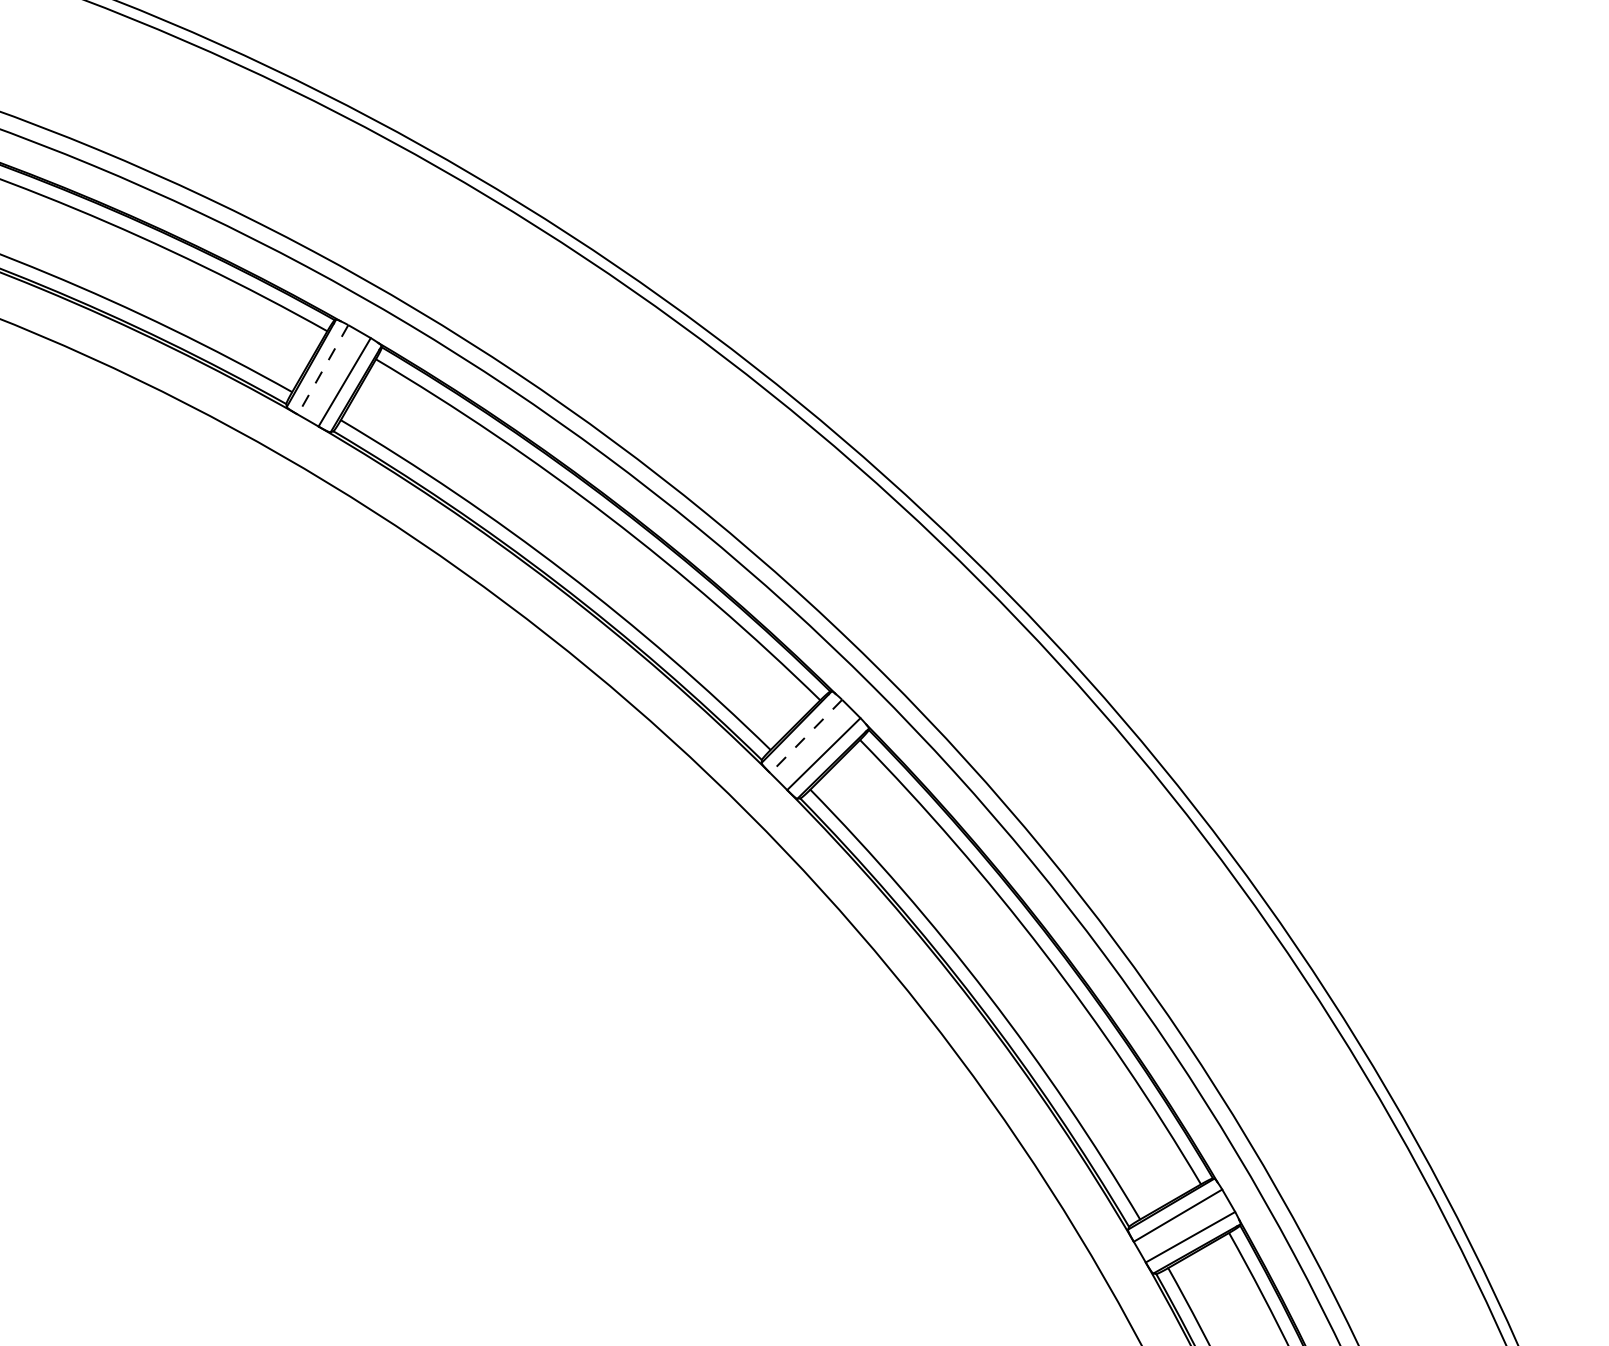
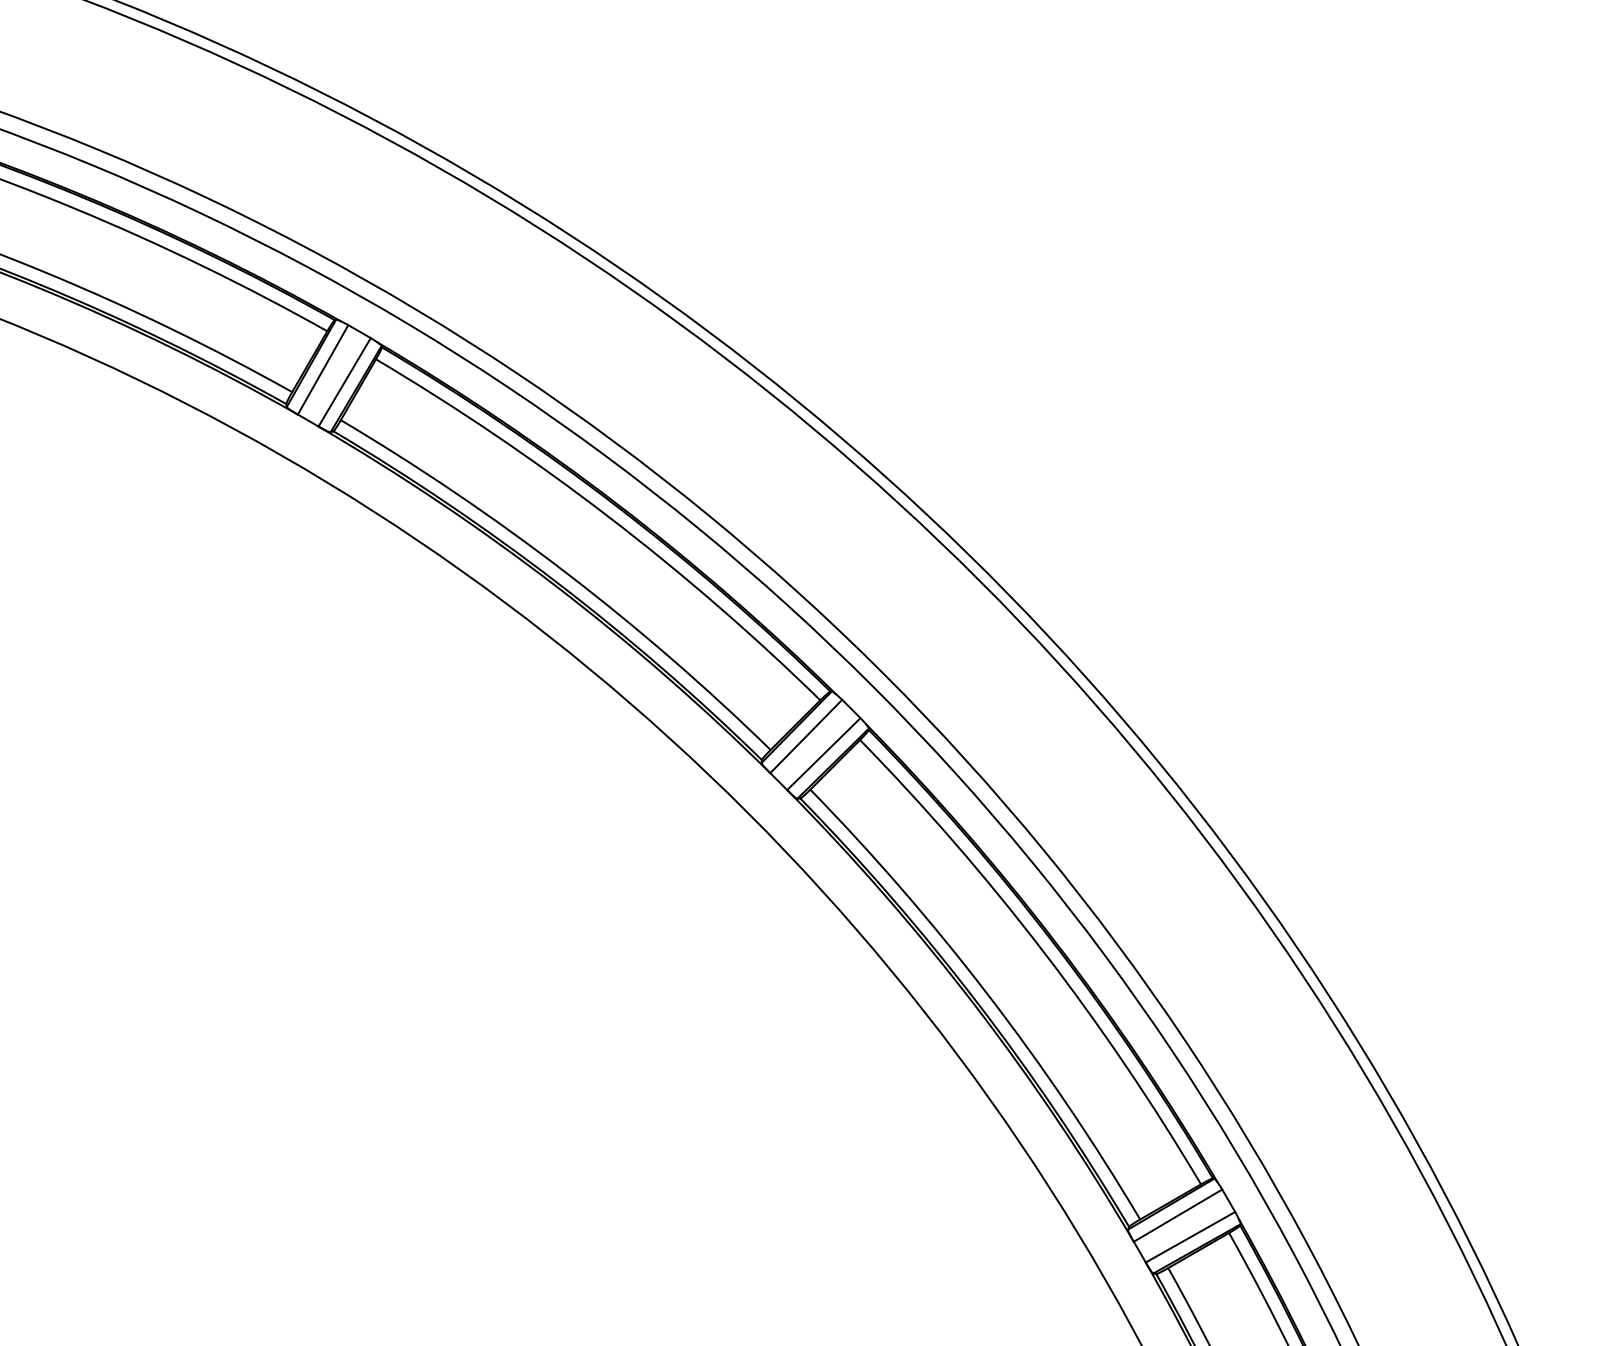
line at (322, 370): dashed -> solid
line at (805, 736): dashed -> solid
